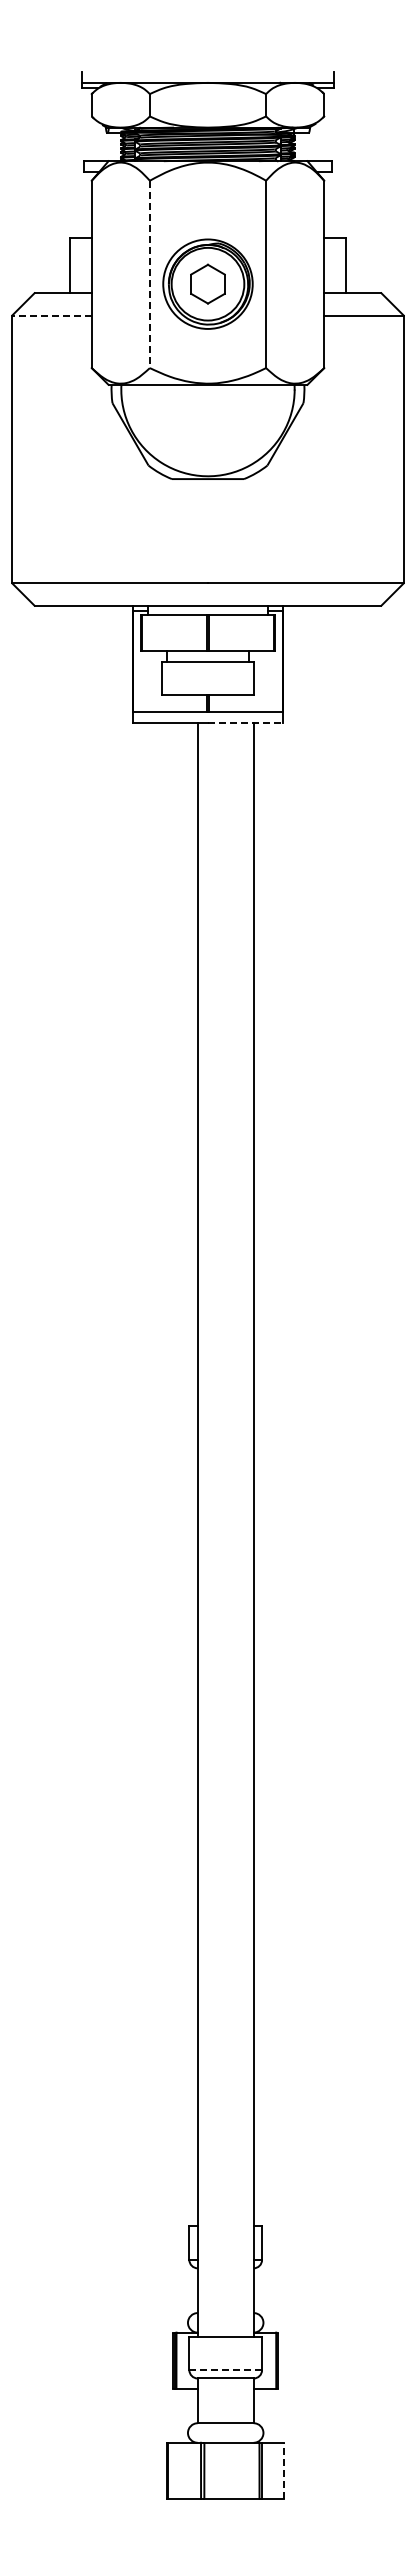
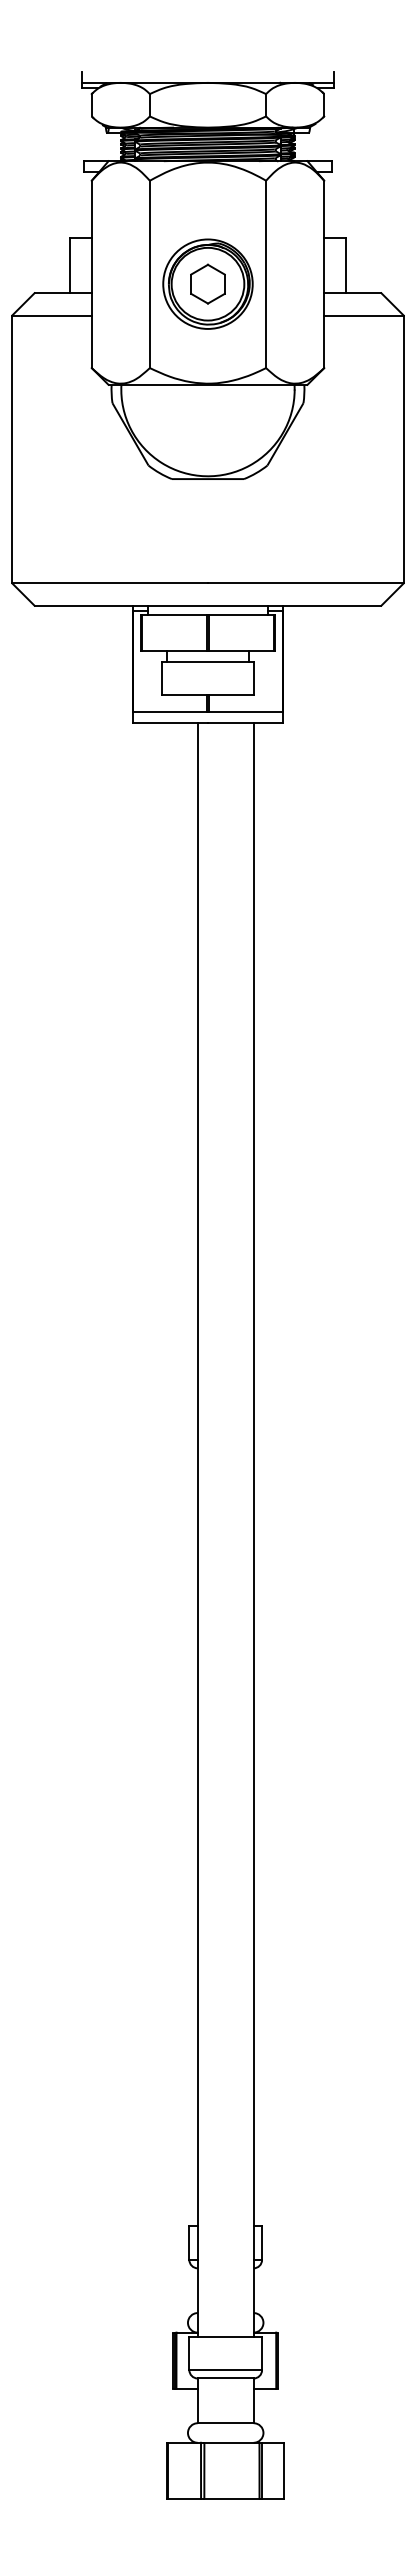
line at (149, 274): dashed -> solid
line at (52, 315): dashed -> solid
line at (245, 723): dashed -> solid
line at (225, 2370): dashed -> solid
line at (284, 2470): dashed -> solid
